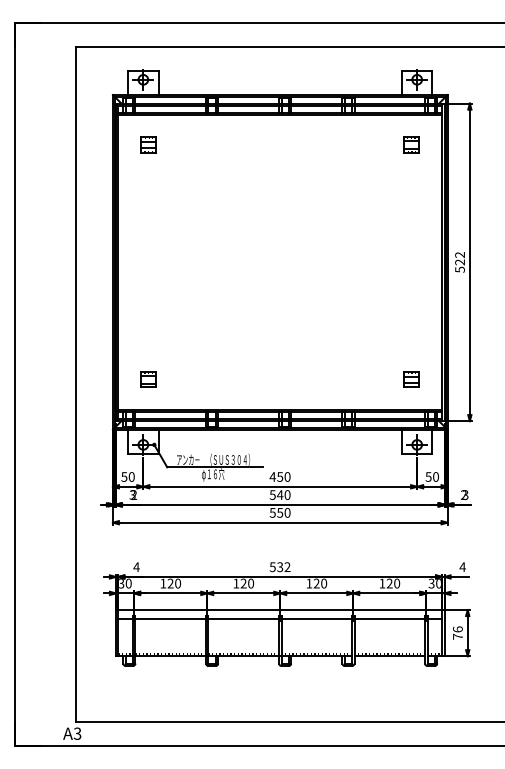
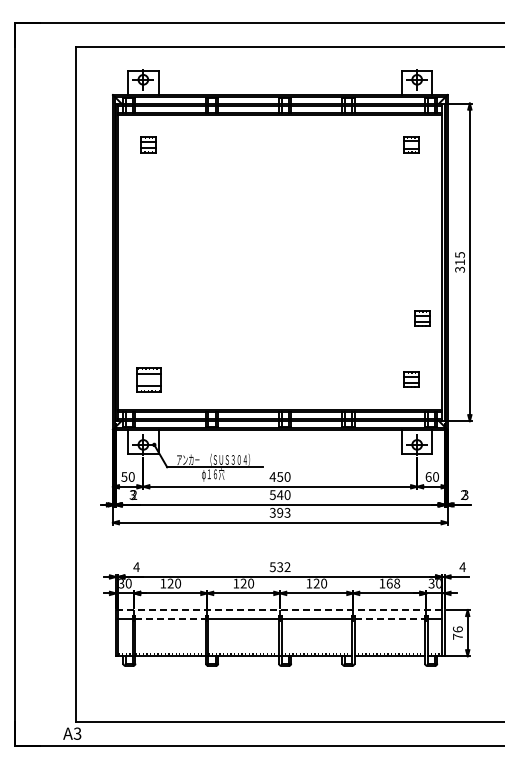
text at (459, 262): 522 -> 315
part at (422, 318): none -> present
part at (148, 379) size: 17x17 px -> 26x26 px
text at (428, 476): 50 -> 60
text at (280, 512): 550 -> 393
text at (393, 583): 120 -> 168
line at (280, 610): solid -> dashed
line at (171, 619): solid -> dashed
line at (390, 619): solid -> dashed
